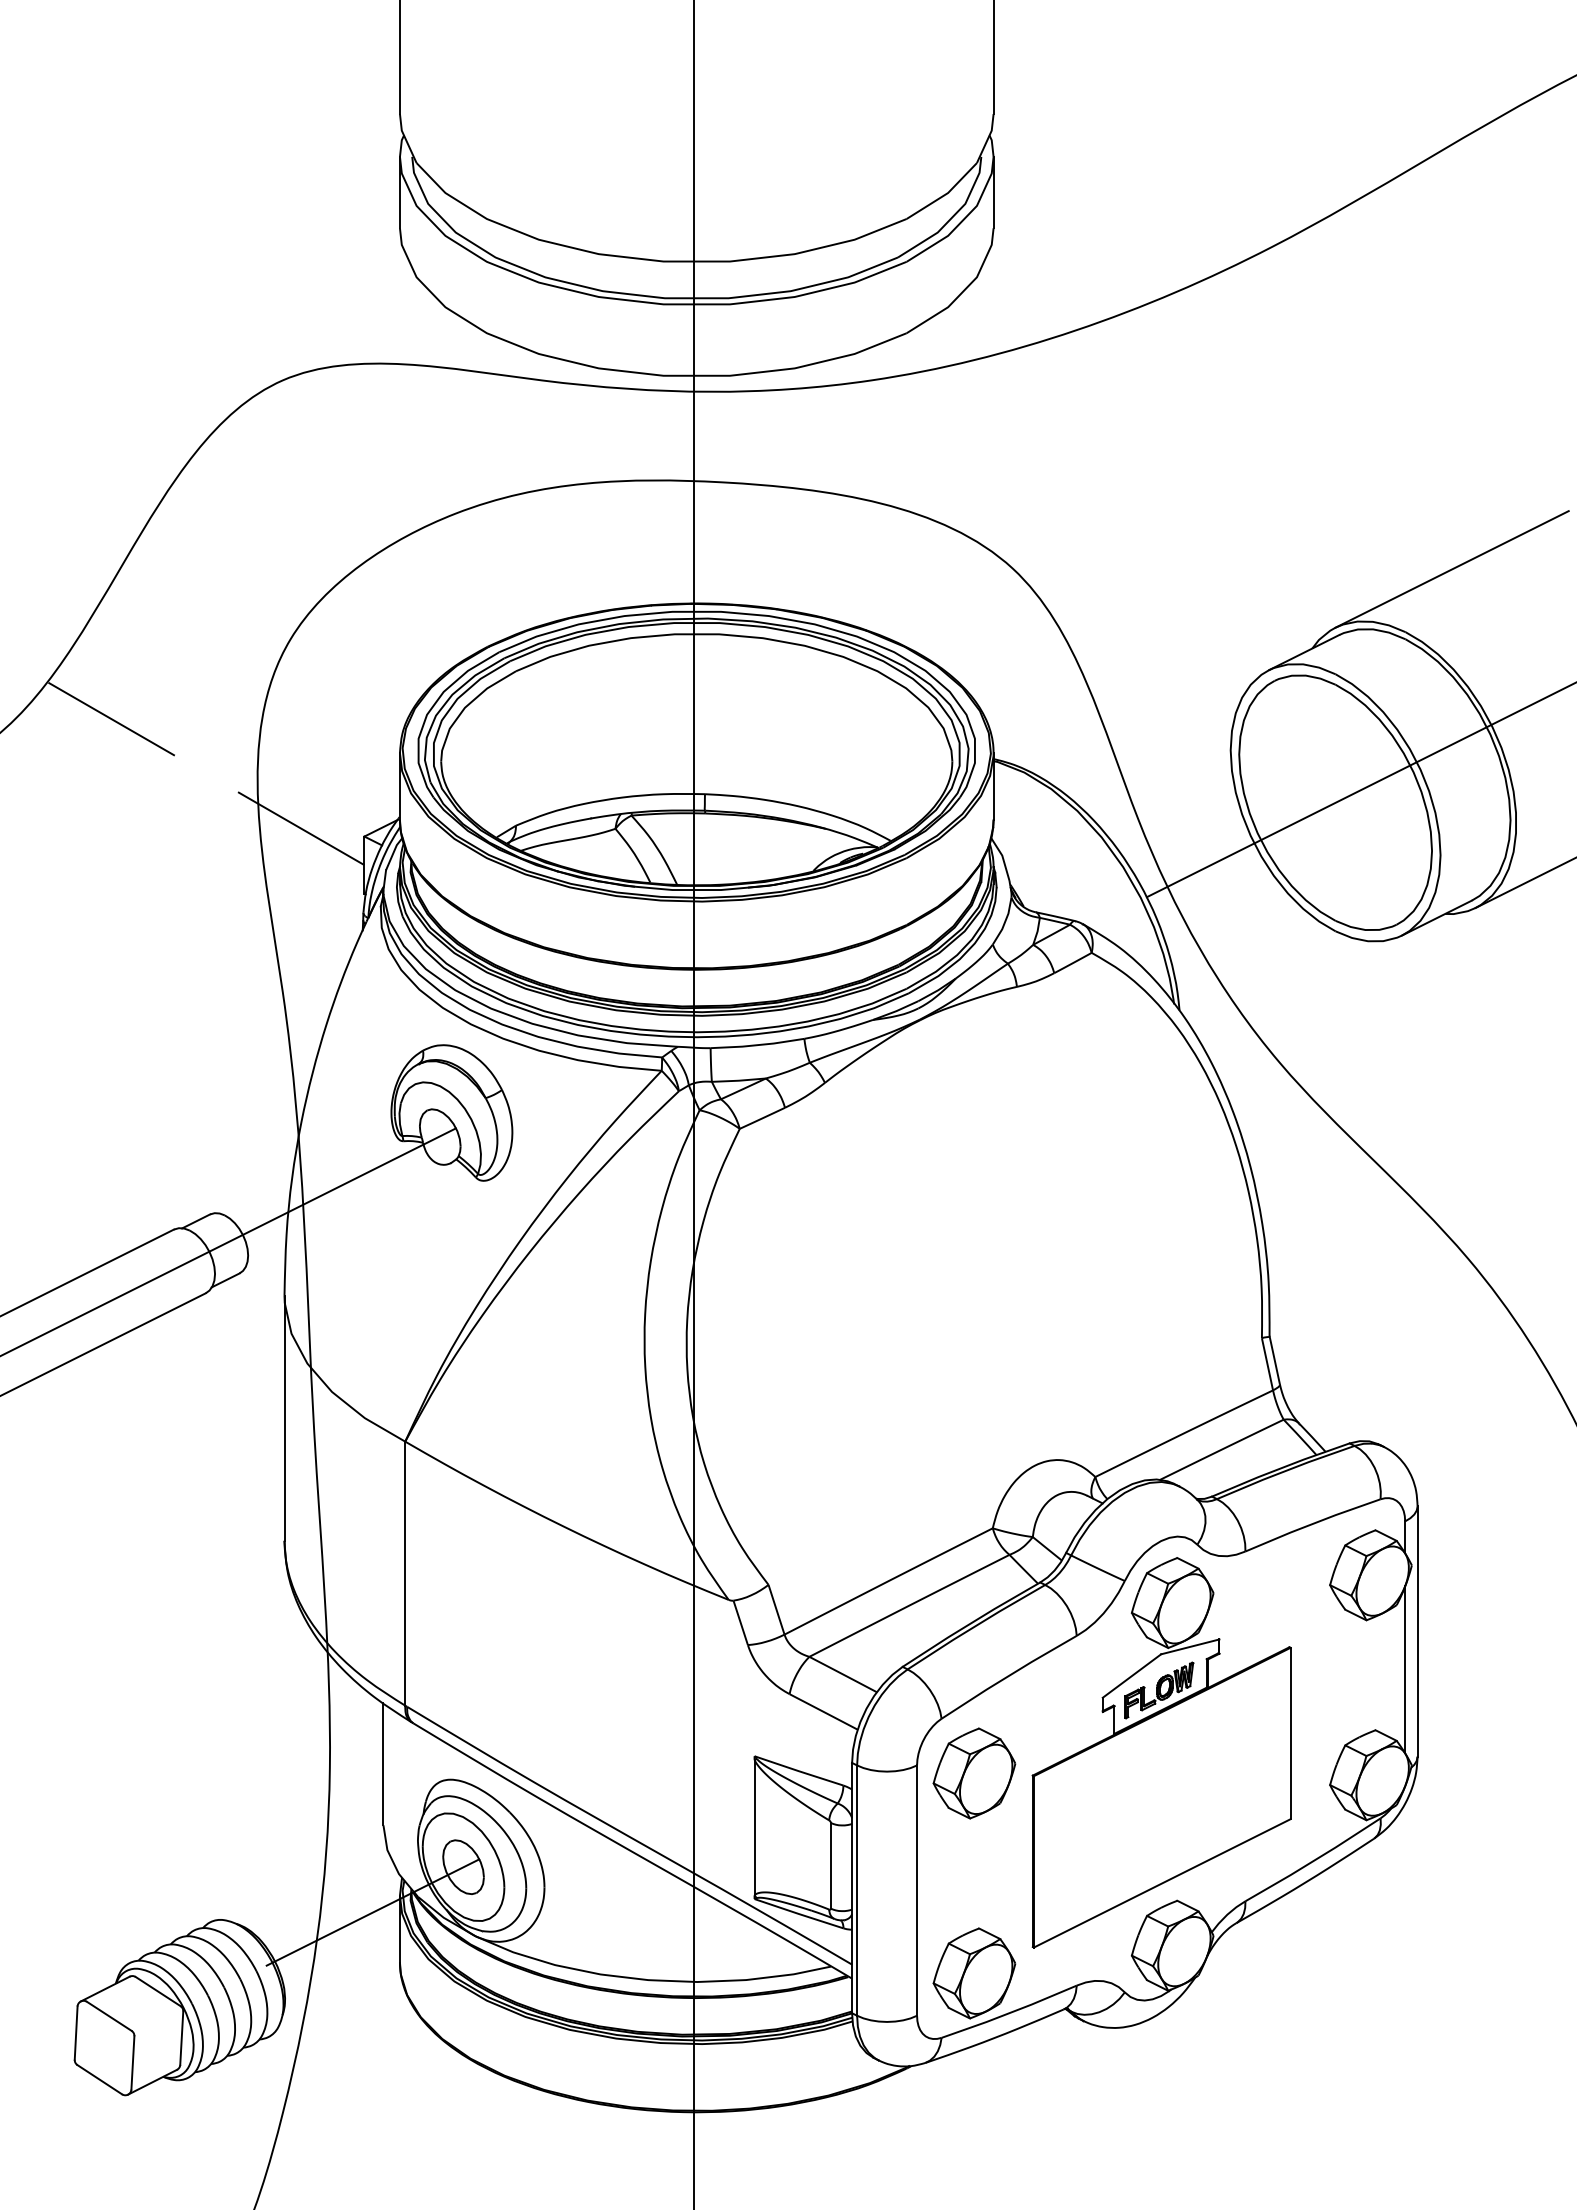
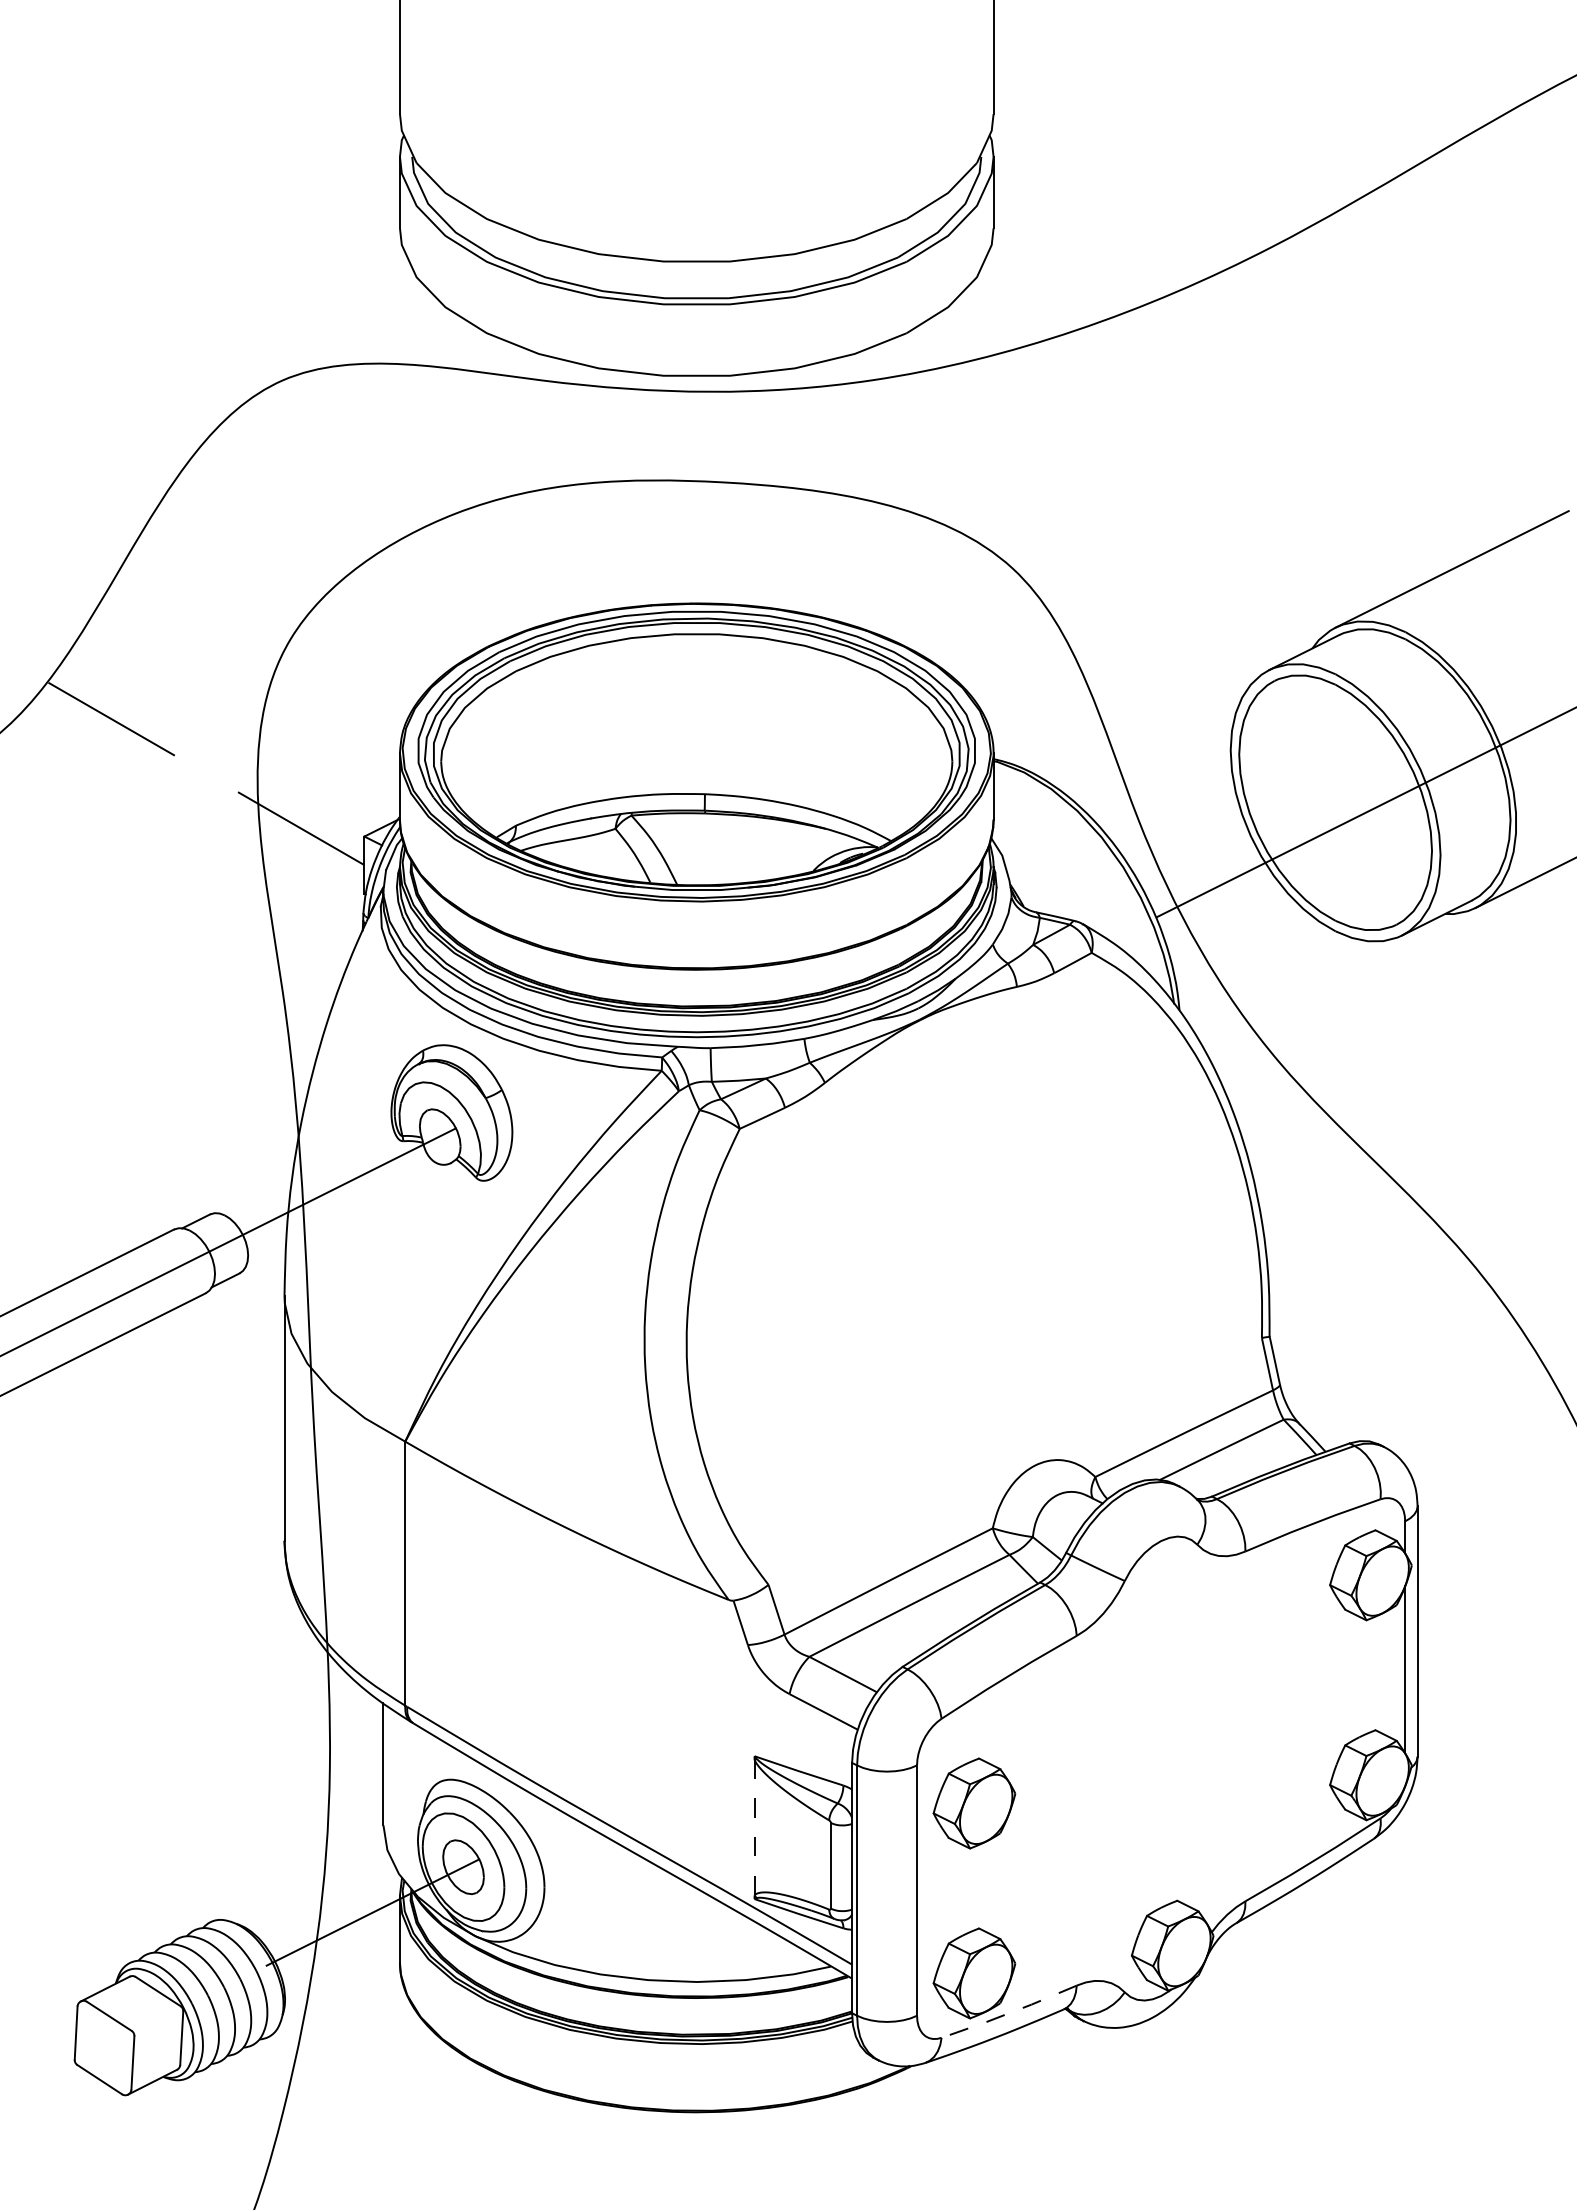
line at (1359, 790) position: (1359, 790) -> (1364, 812)
line at (694, 1104): present -> none
part at (1161, 1752): present -> none
part at (974, 1773) position: (974, 1773) -> (974, 1803)
line at (754, 1827): solid -> dashed
line at (1009, 2013): solid -> dashed
